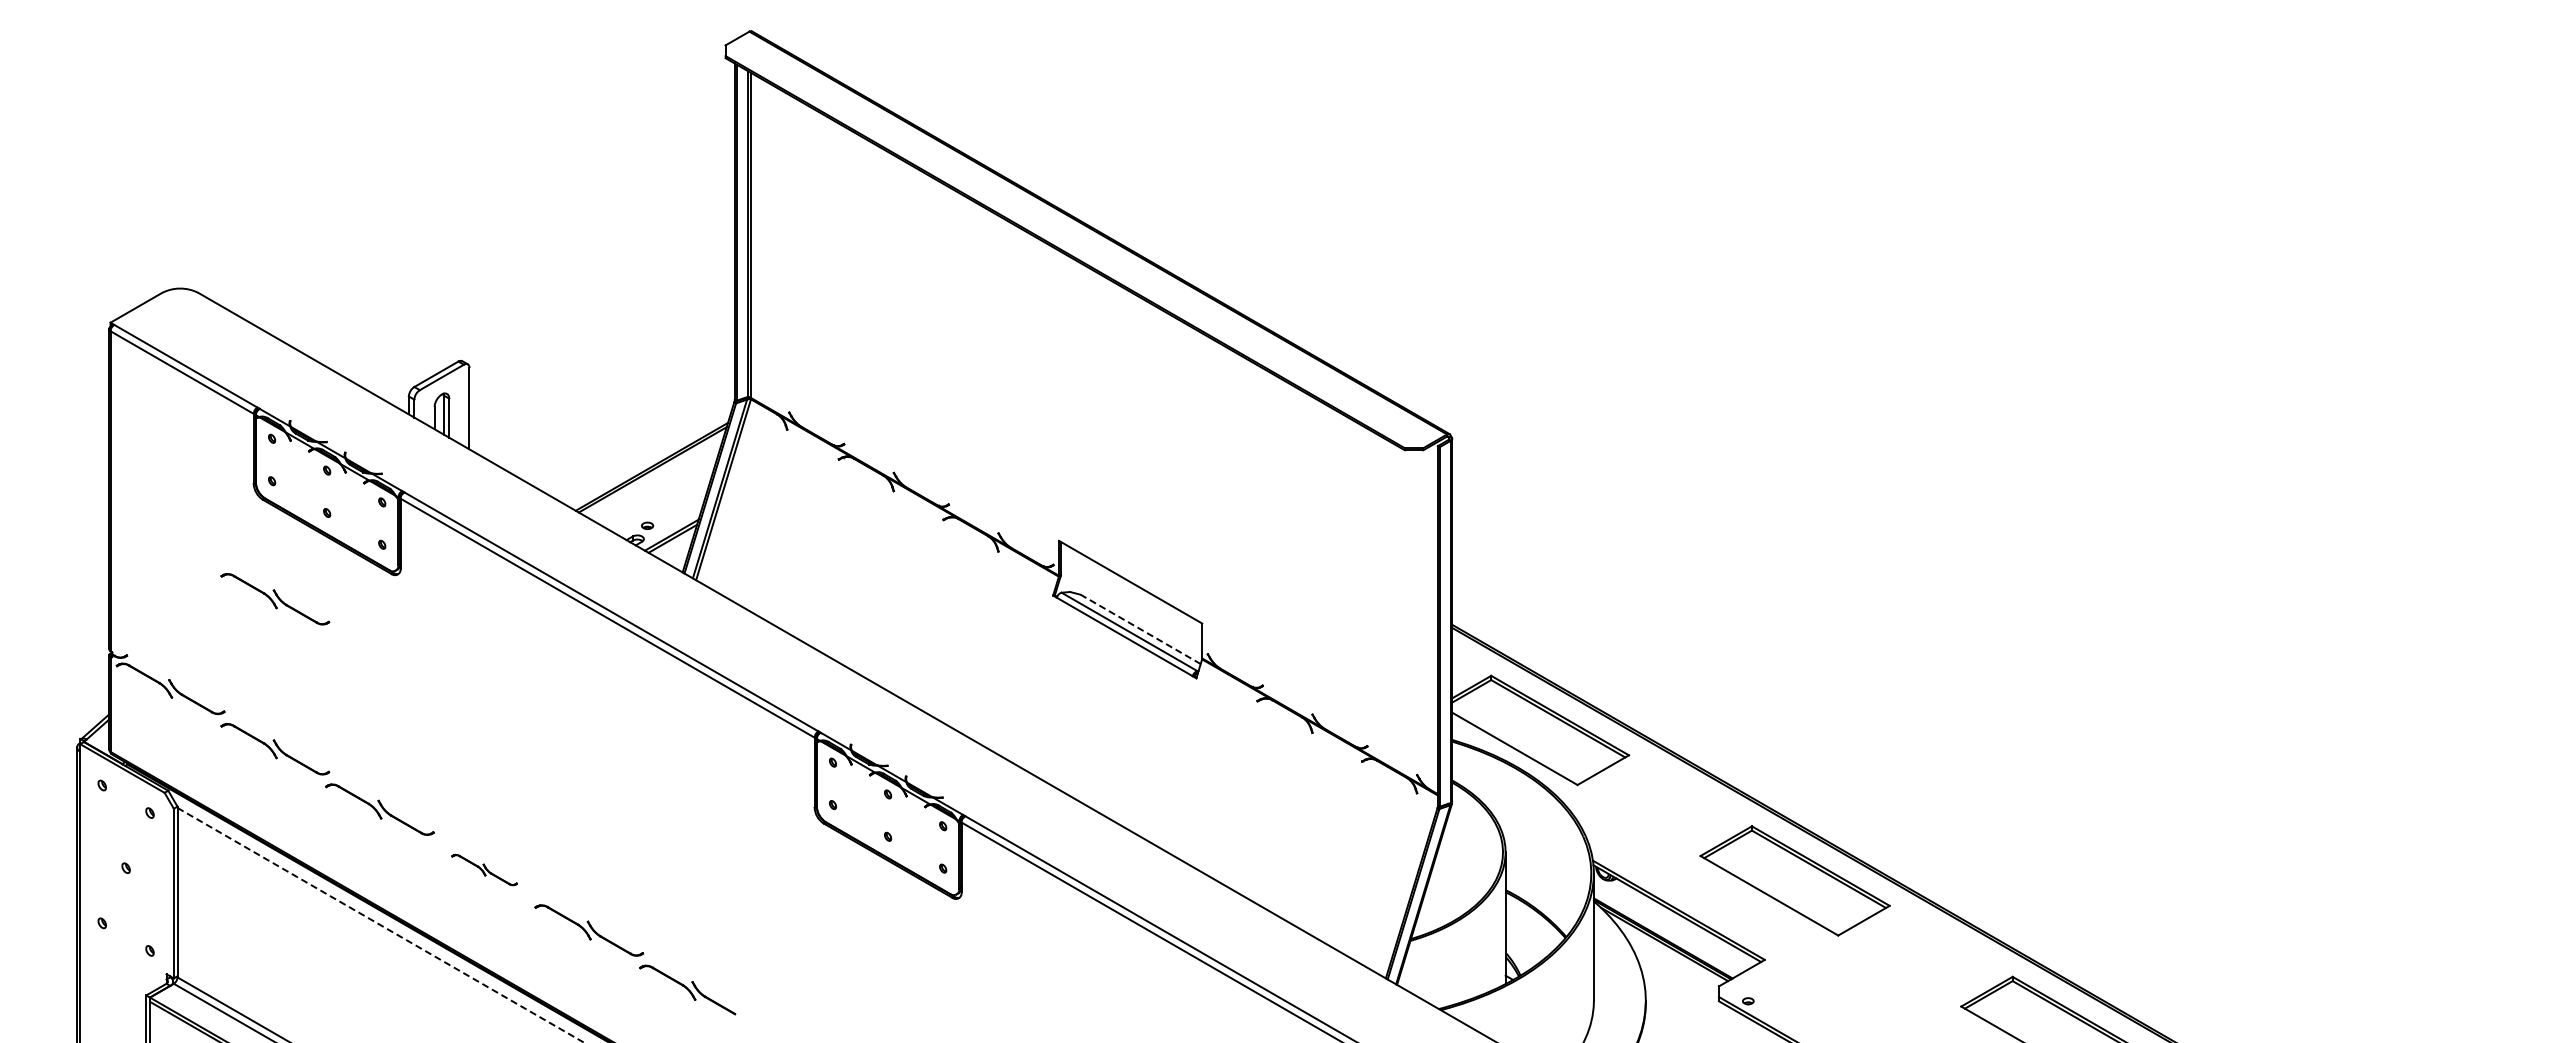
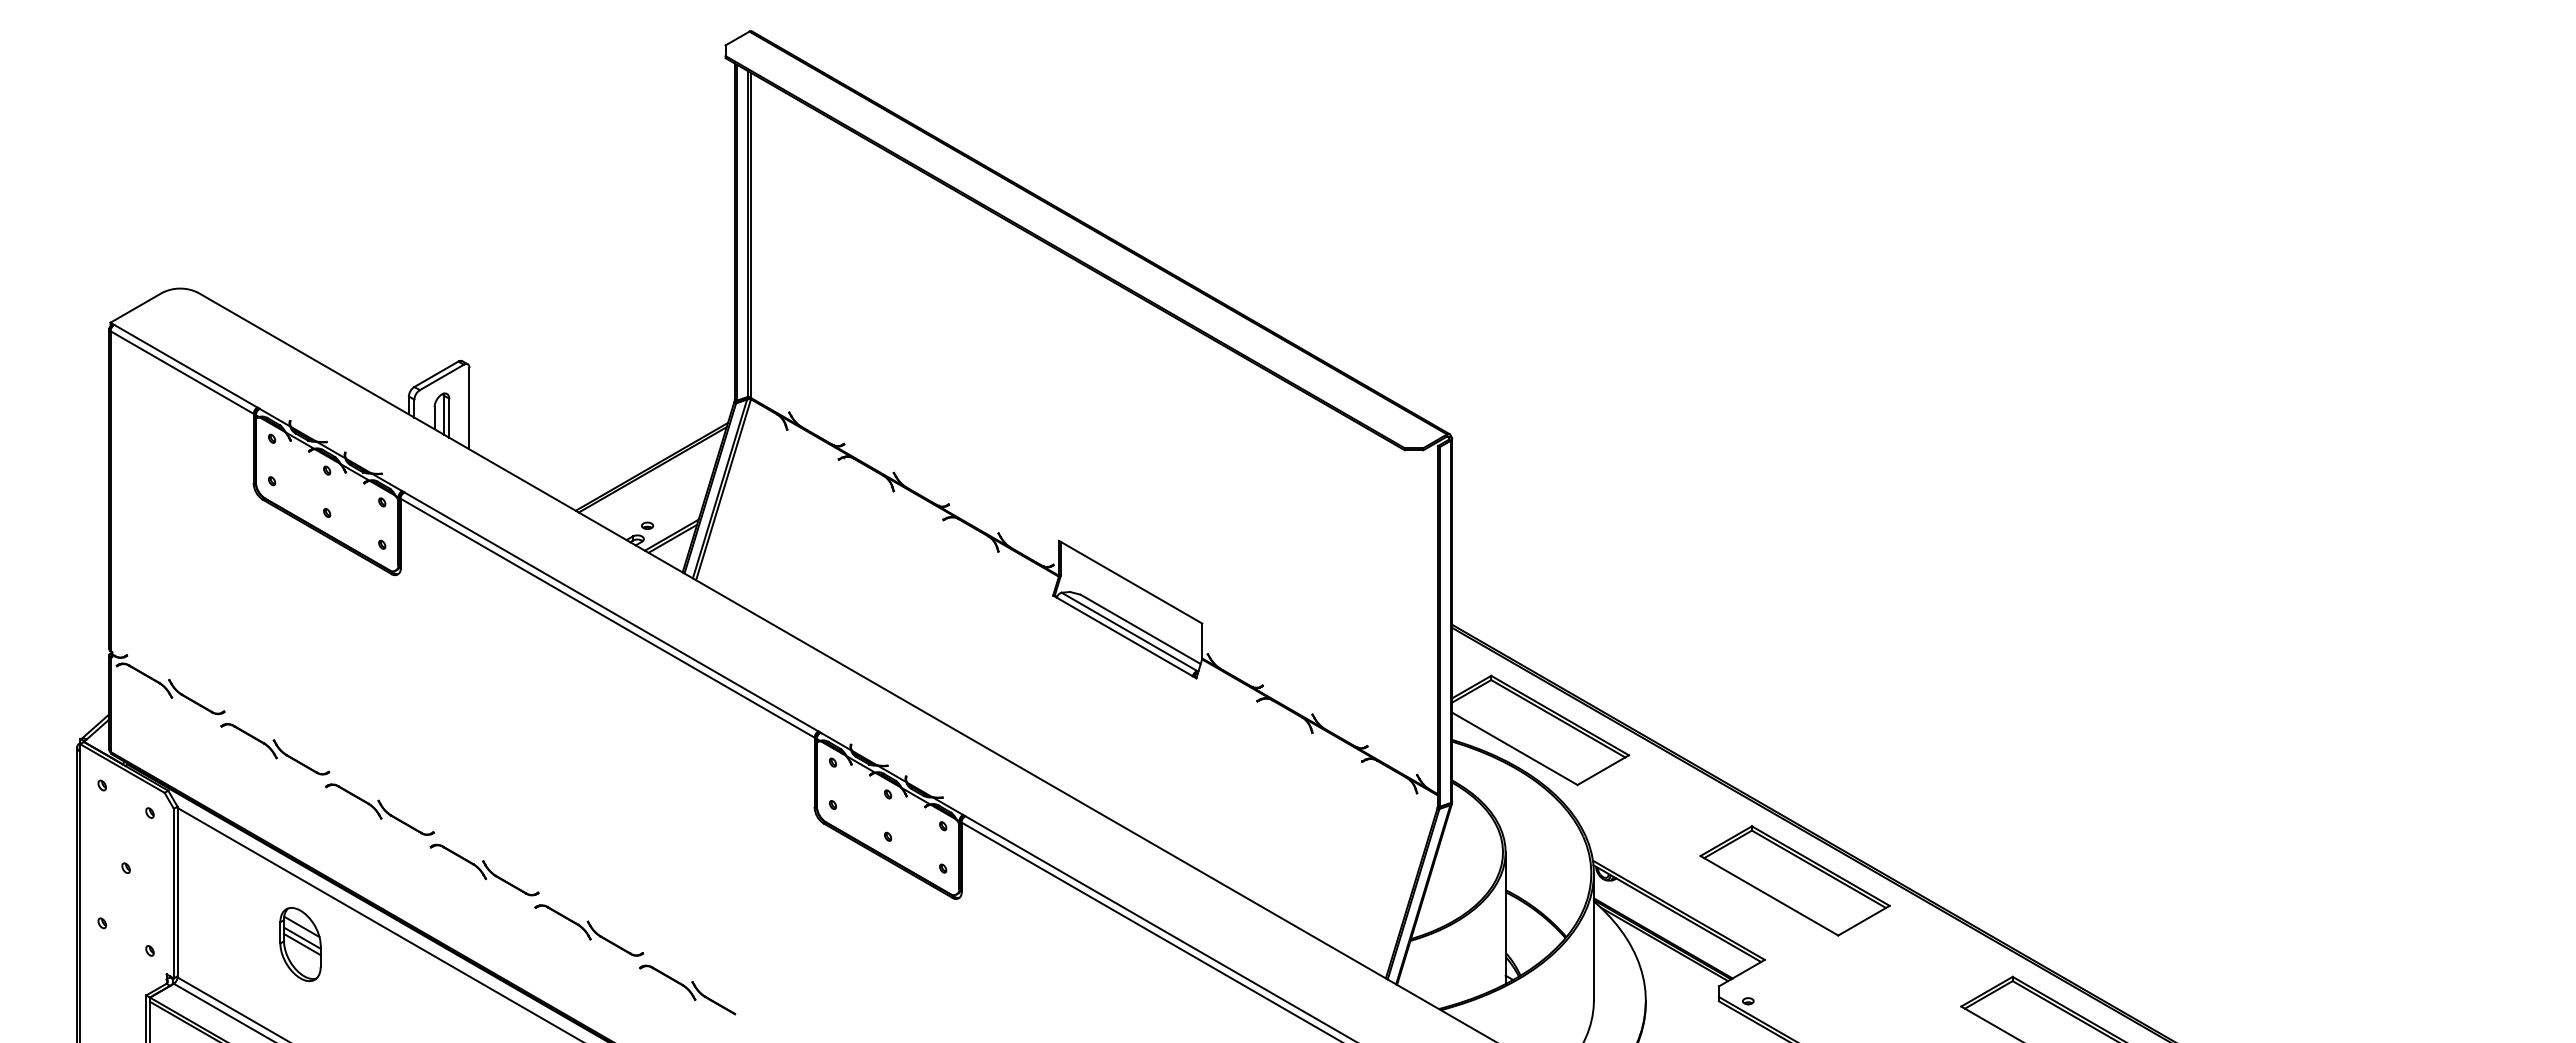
part at (275, 599): present -> none
line at (1140, 629): dashed -> solid
part at (484, 869) size: 67x34 px -> 111x54 px
line at (381, 925): dashed -> solid
part at (300, 944): none -> present
